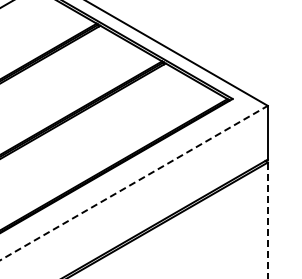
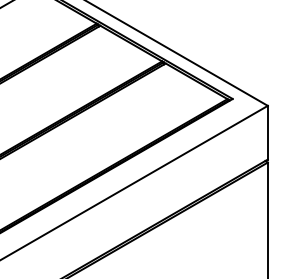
line at (133, 183): dashed -> solid
line at (267, 221): dashed -> solid
